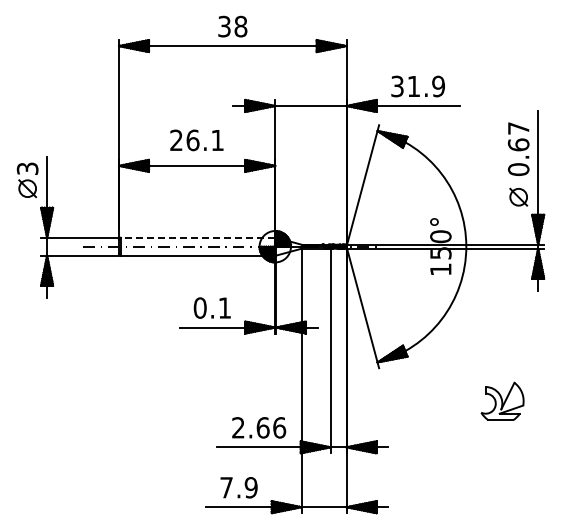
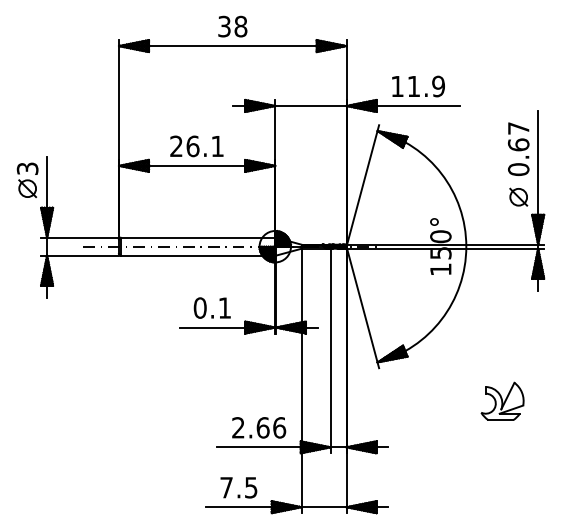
text at (397, 86): 31.9 -> 11.9
text at (196, 140) position: (196, 140) -> (196, 146)
line at (197, 237): dashed -> solid
text at (250, 487): 7.9 -> 7.5
